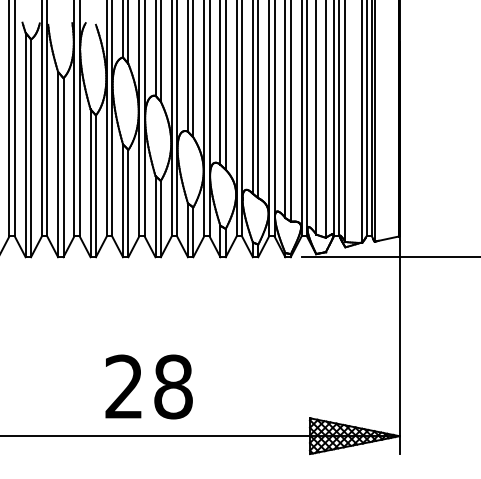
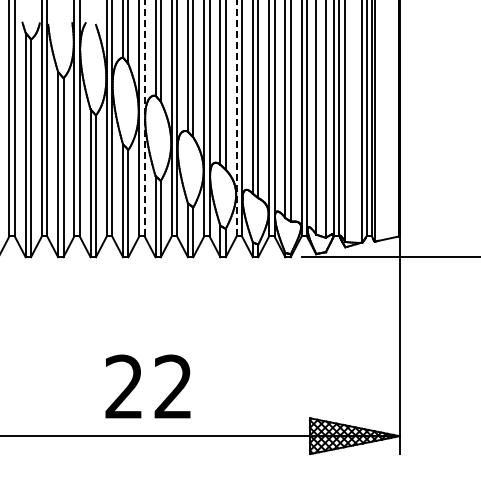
line at (144, 118): solid -> dashed
line at (236, 118): solid -> dashed
text at (173, 386): 28 -> 22
